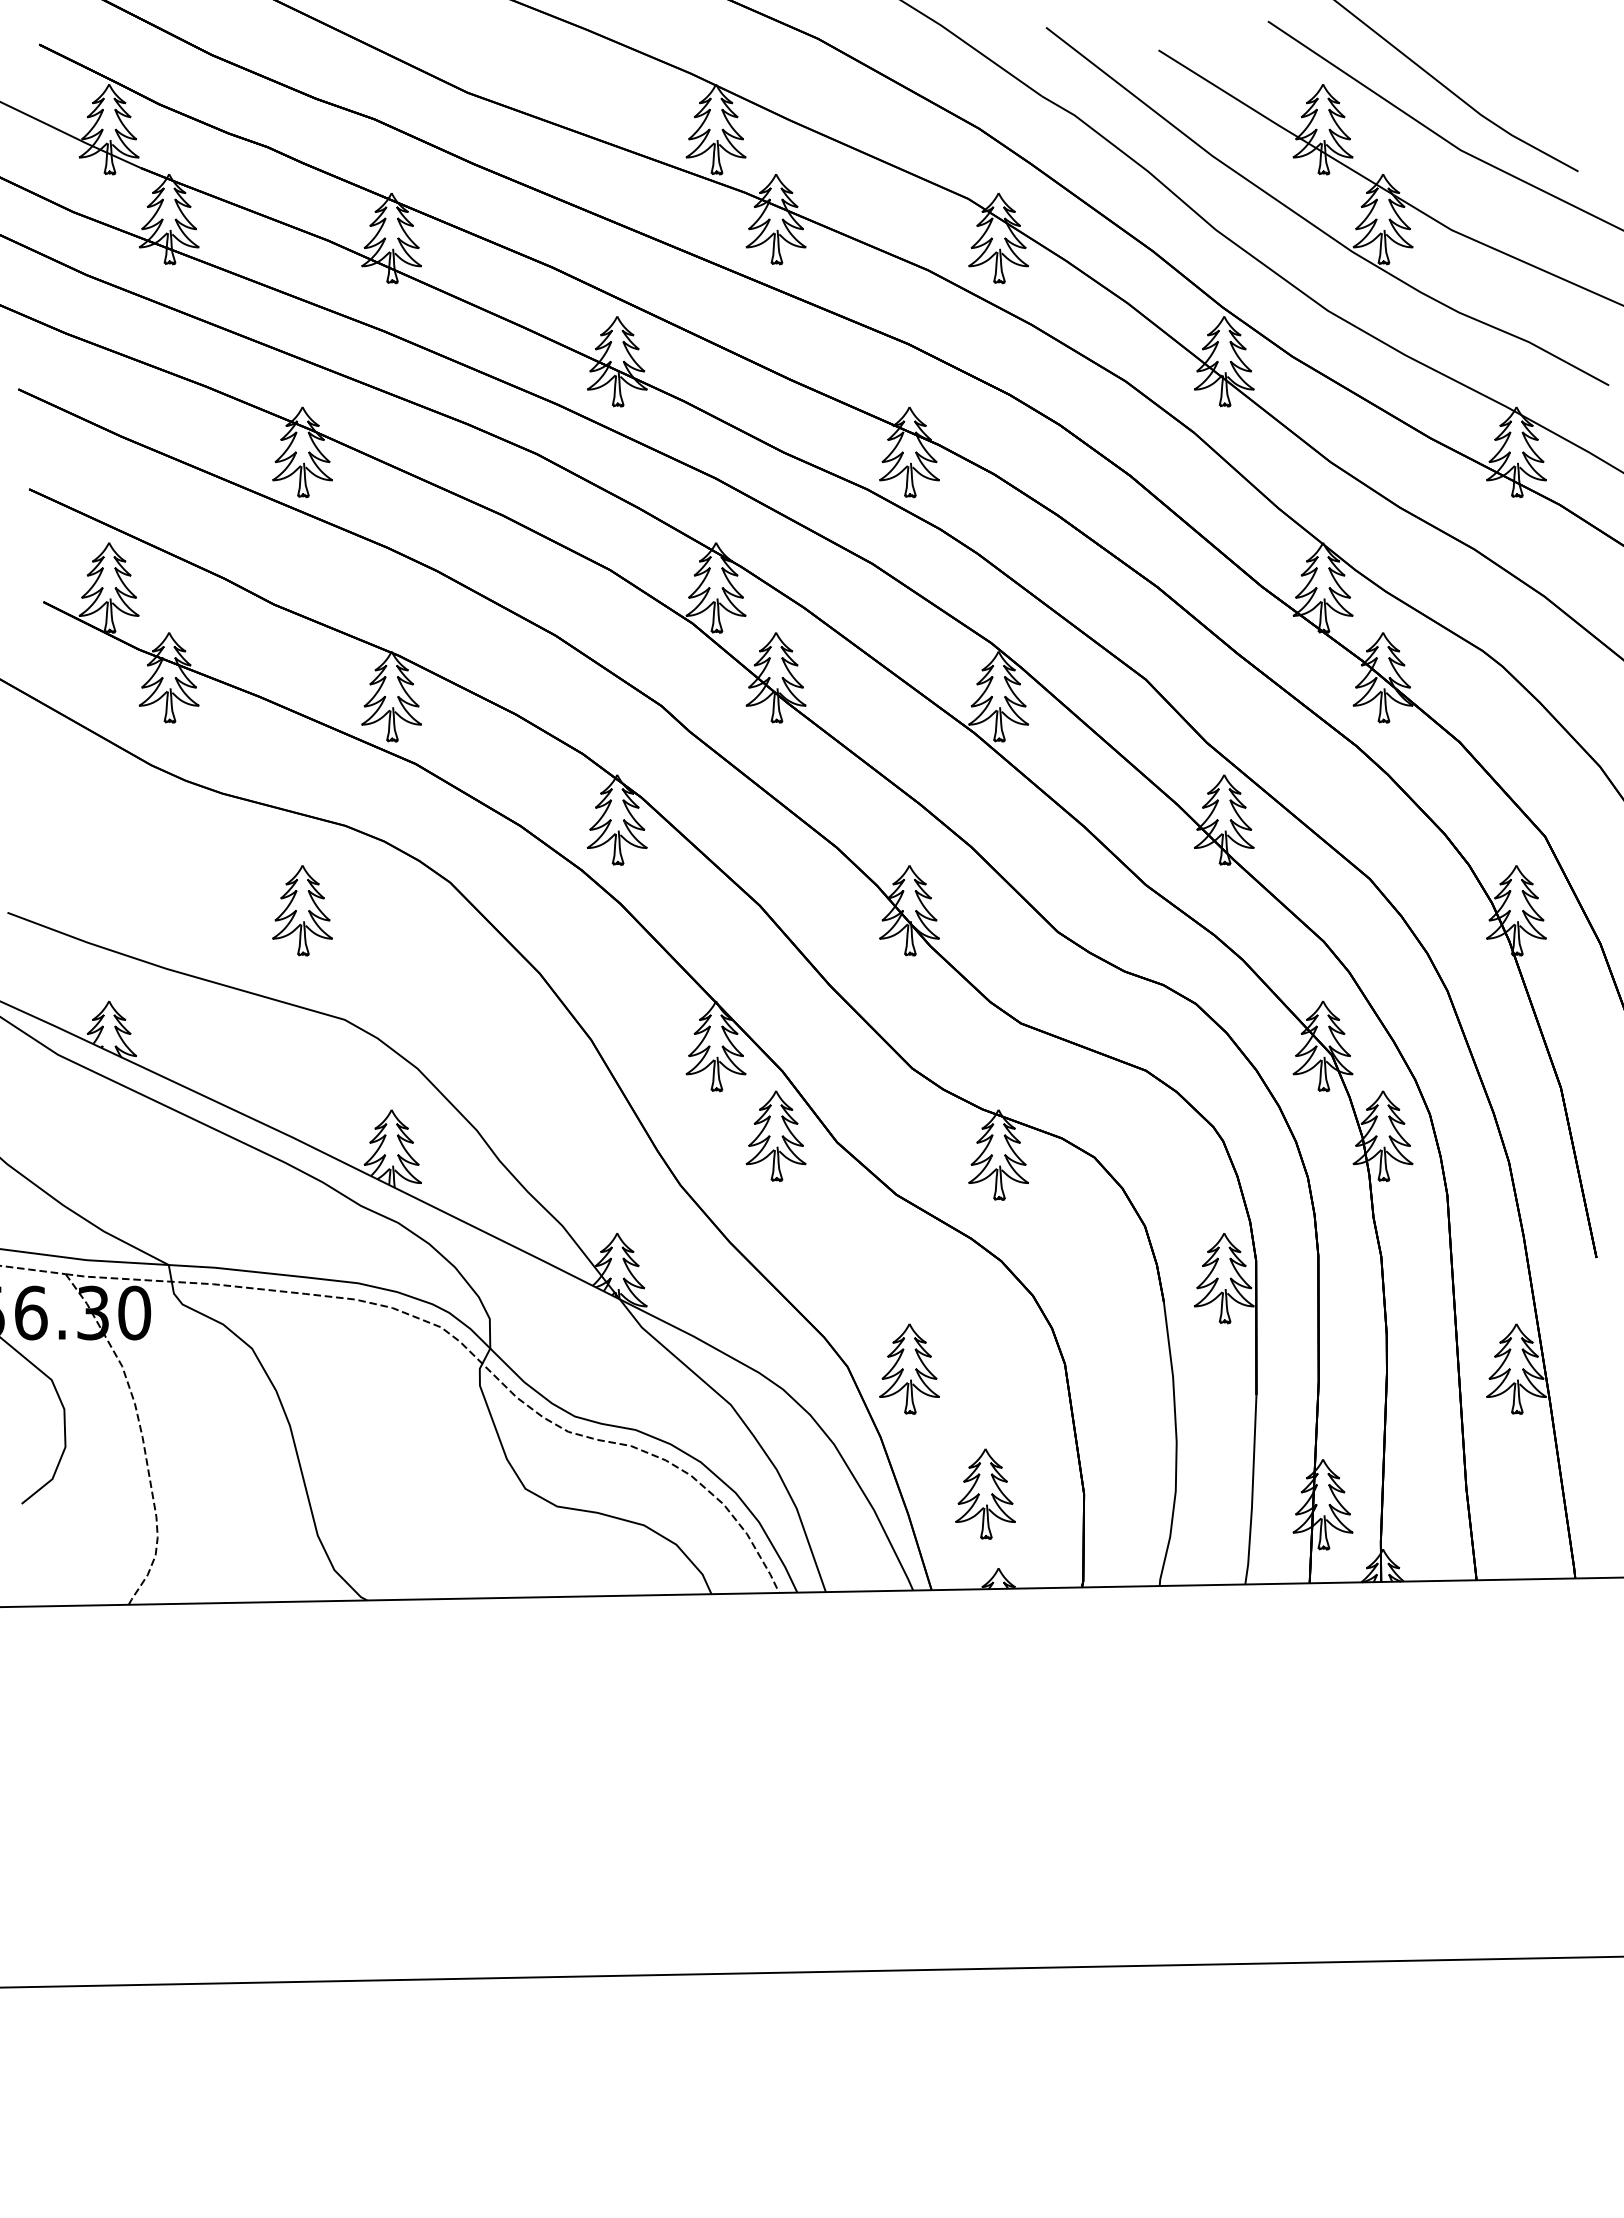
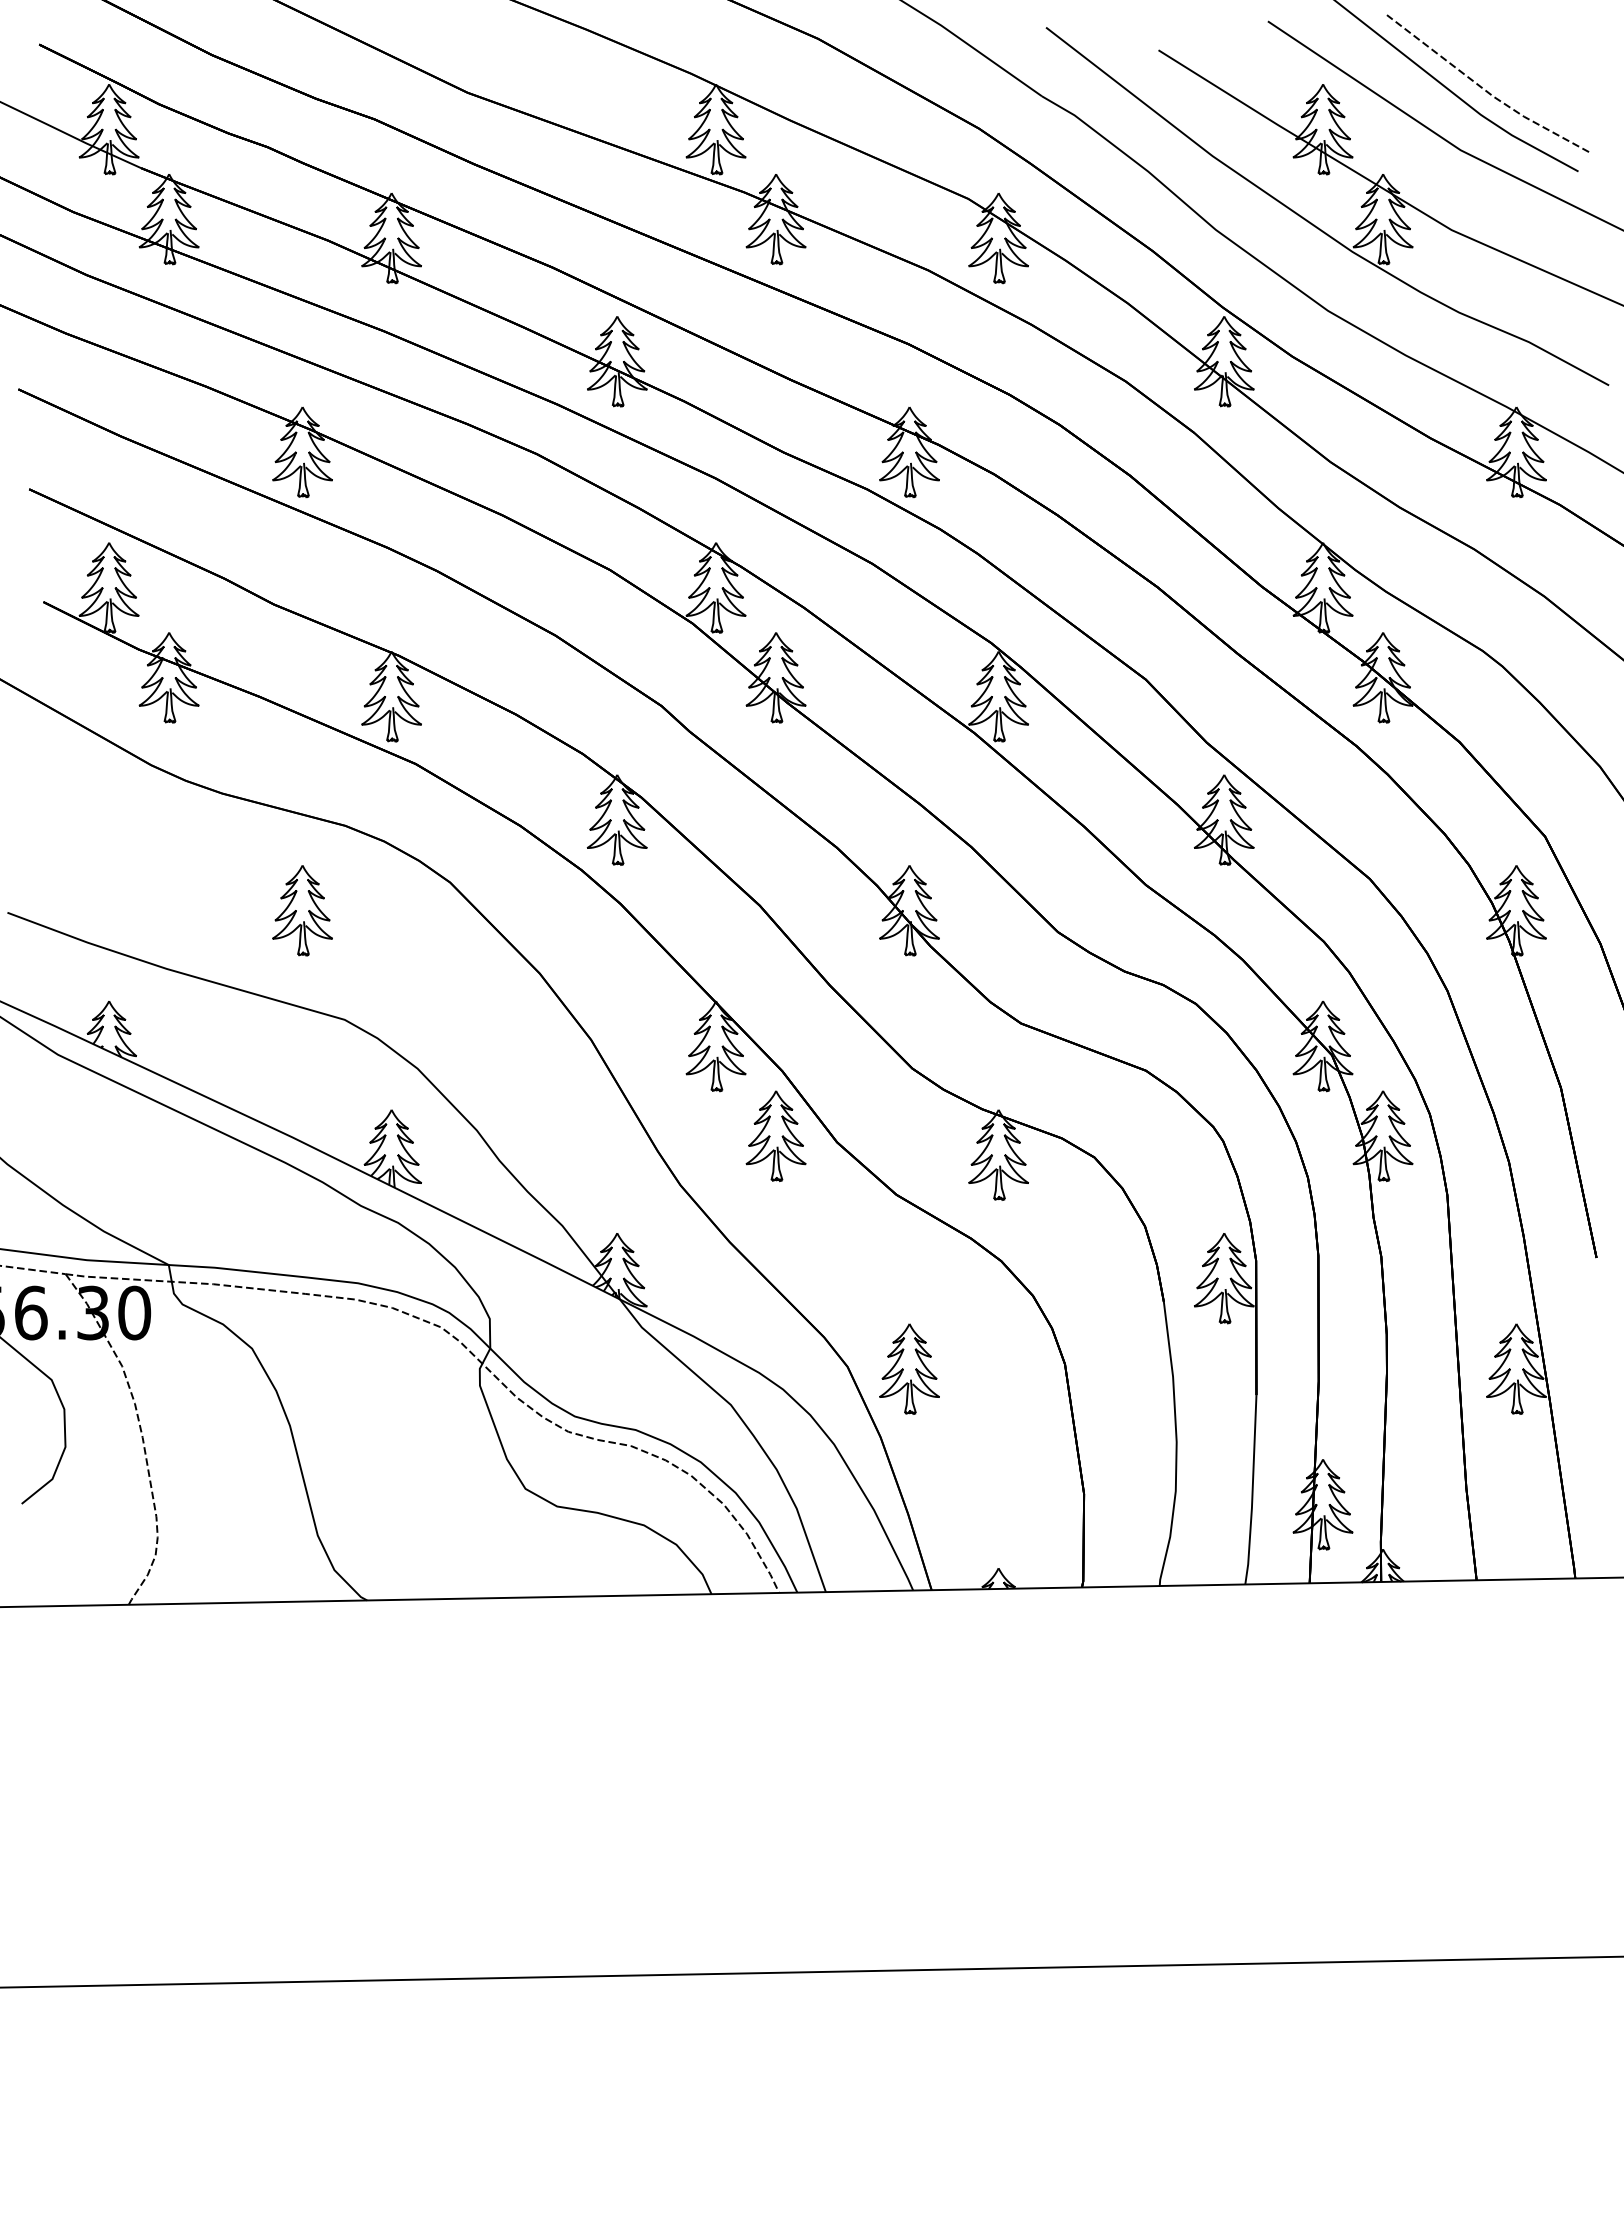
line at (1482, 87): none -> present
part at (985, 1493): present -> none
